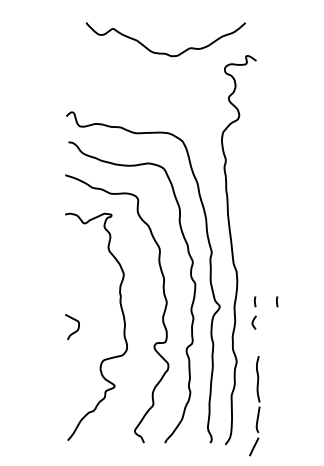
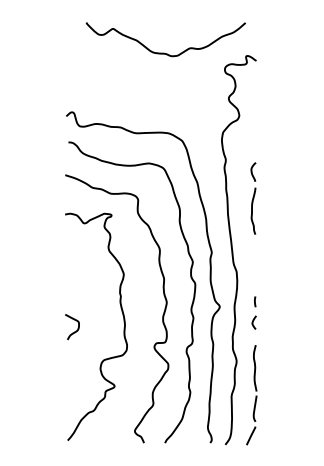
part at (253, 198): none -> present
curve at (277, 301): present -> none
part at (254, 406) position: (254, 406) -> (251, 395)
